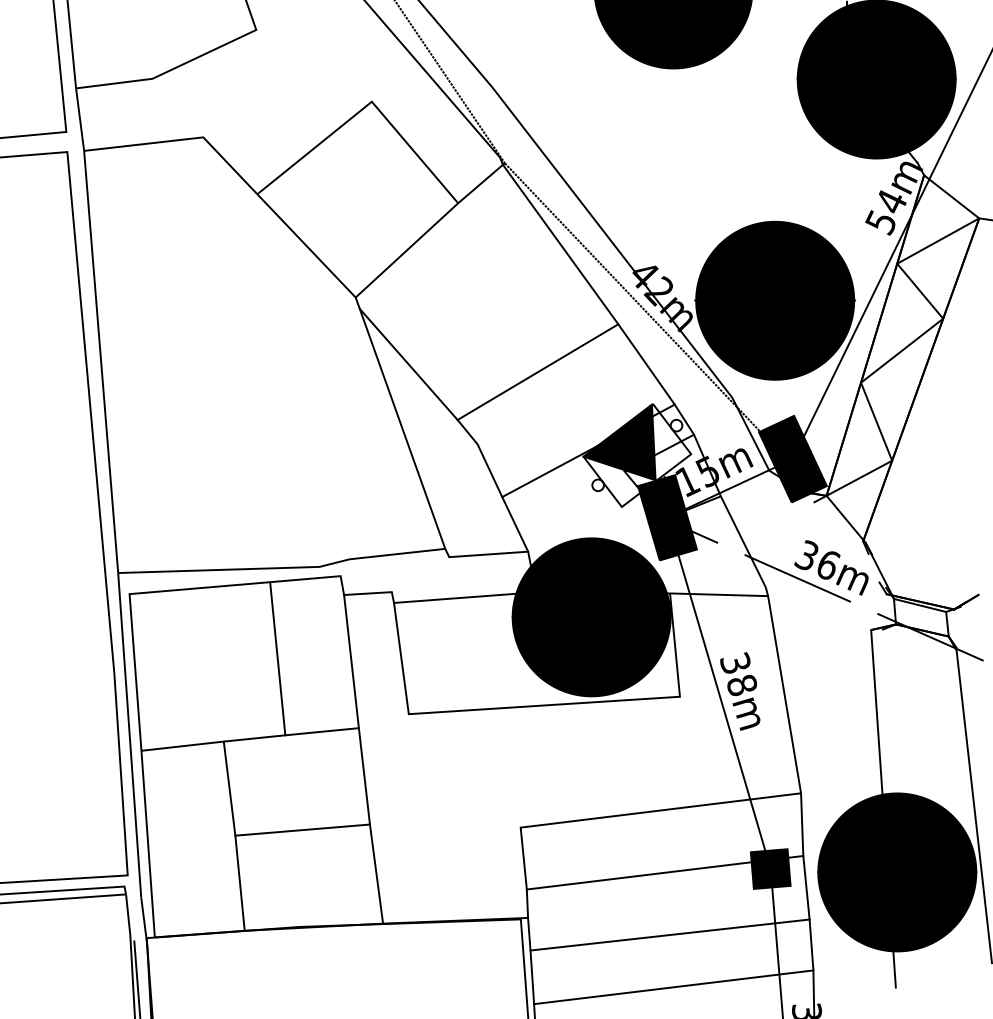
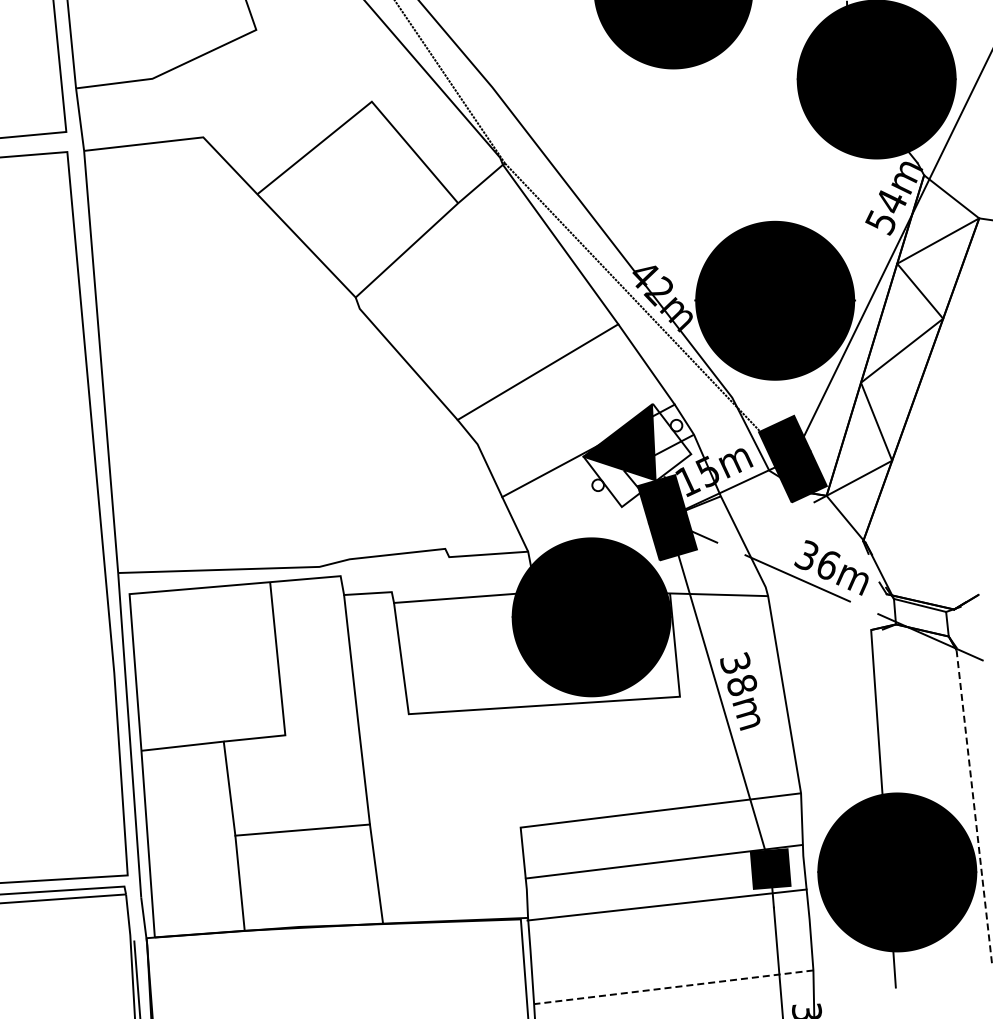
line at (402, 428): present -> none
line at (321, 731): present -> none
line at (974, 806): solid -> dashed
line at (664, 872) position: (664, 872) -> (663, 861)
line at (669, 934) position: (669, 934) -> (666, 904)
line at (673, 987): solid -> dashed
